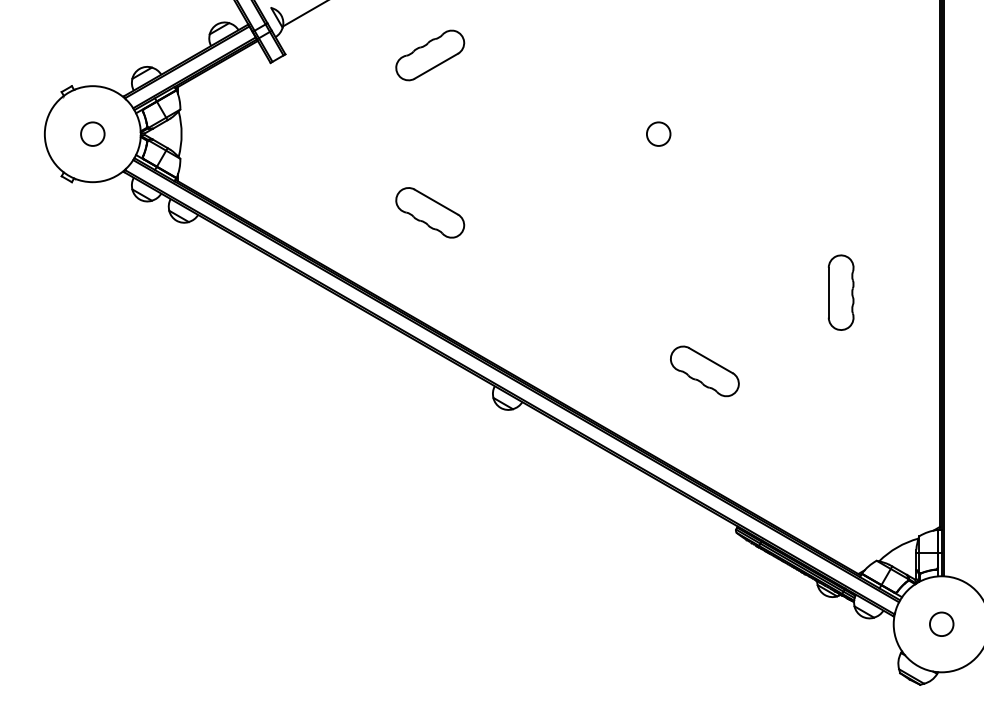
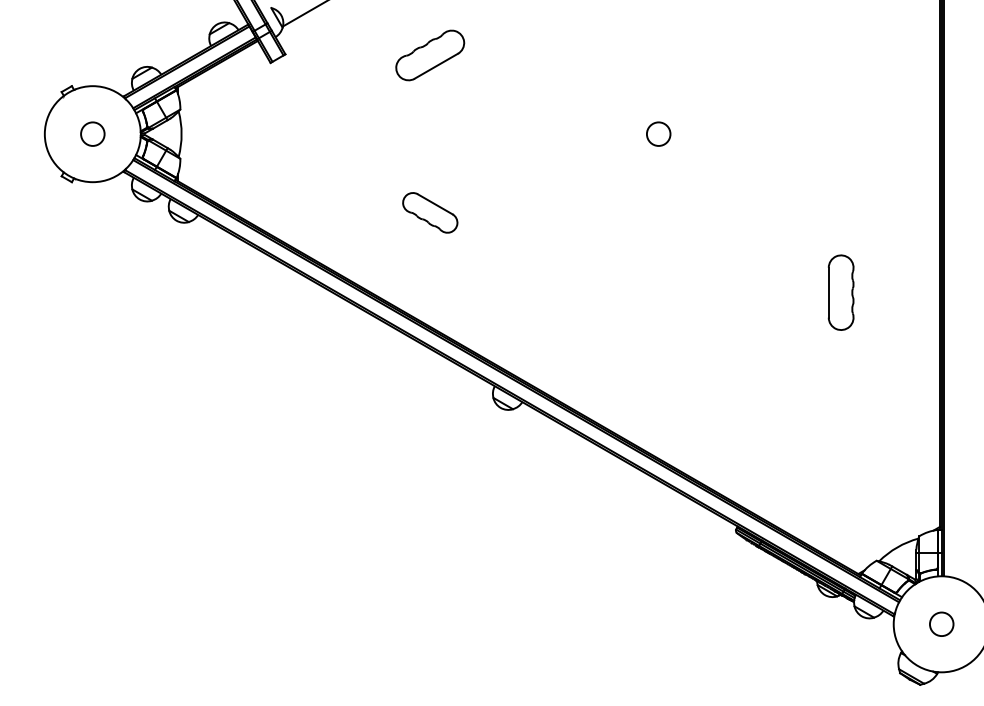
part at (430, 212) size: 71x52 px -> 57x42 px
part at (704, 371): present -> none
